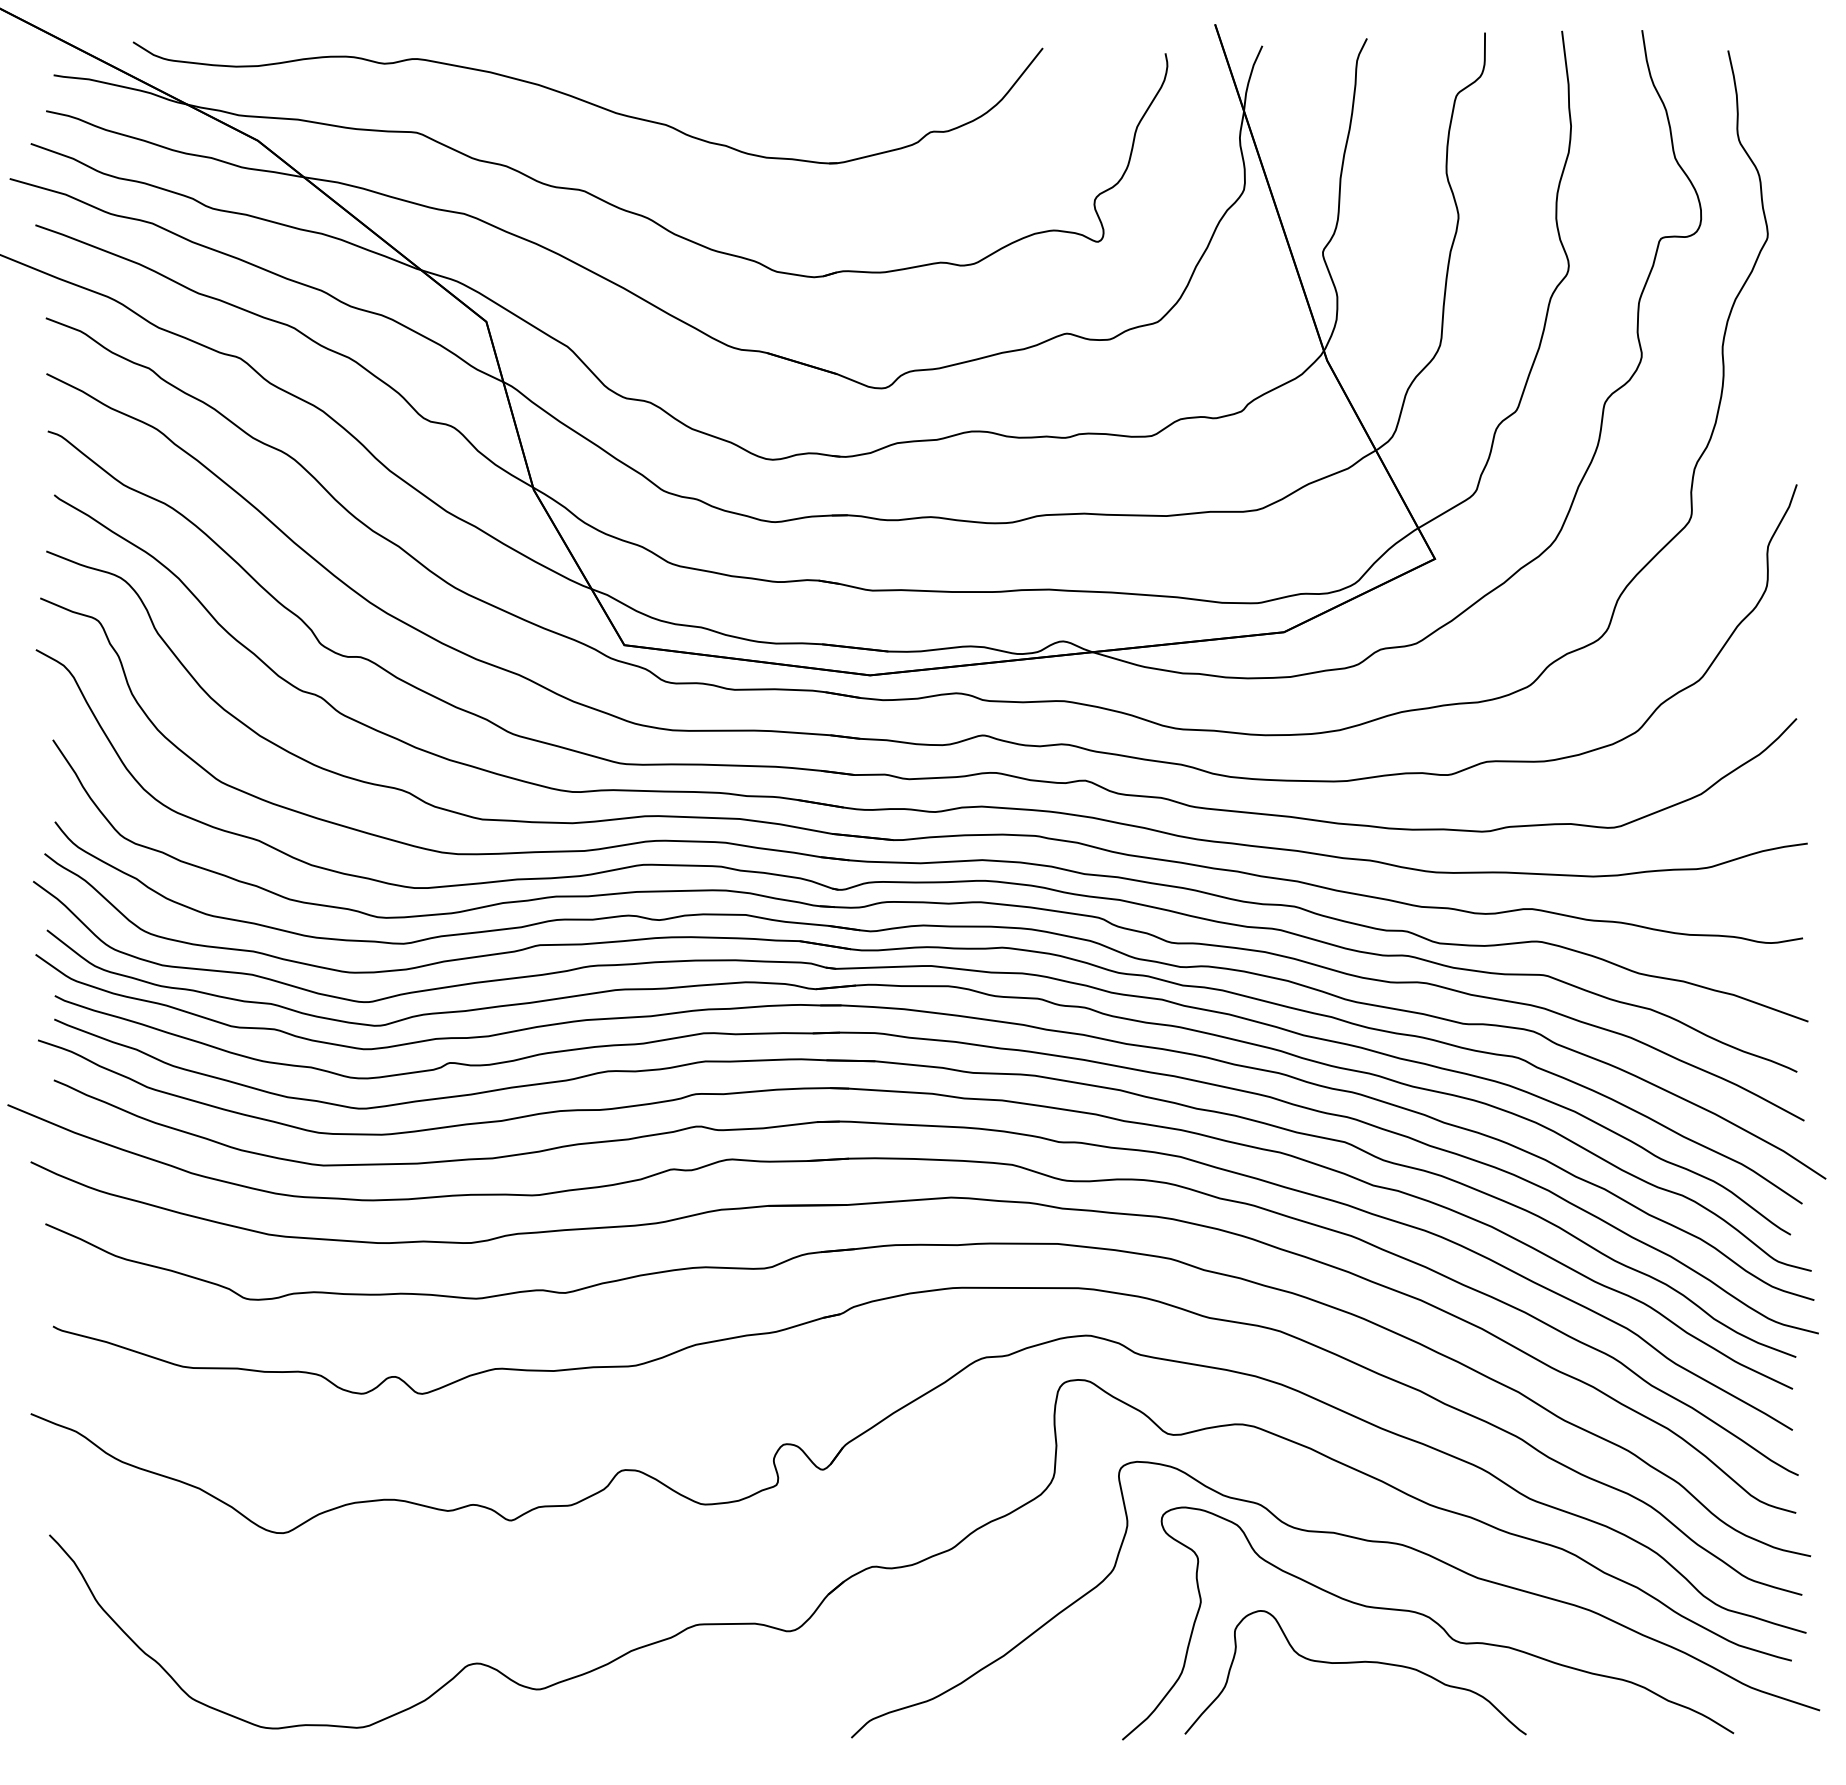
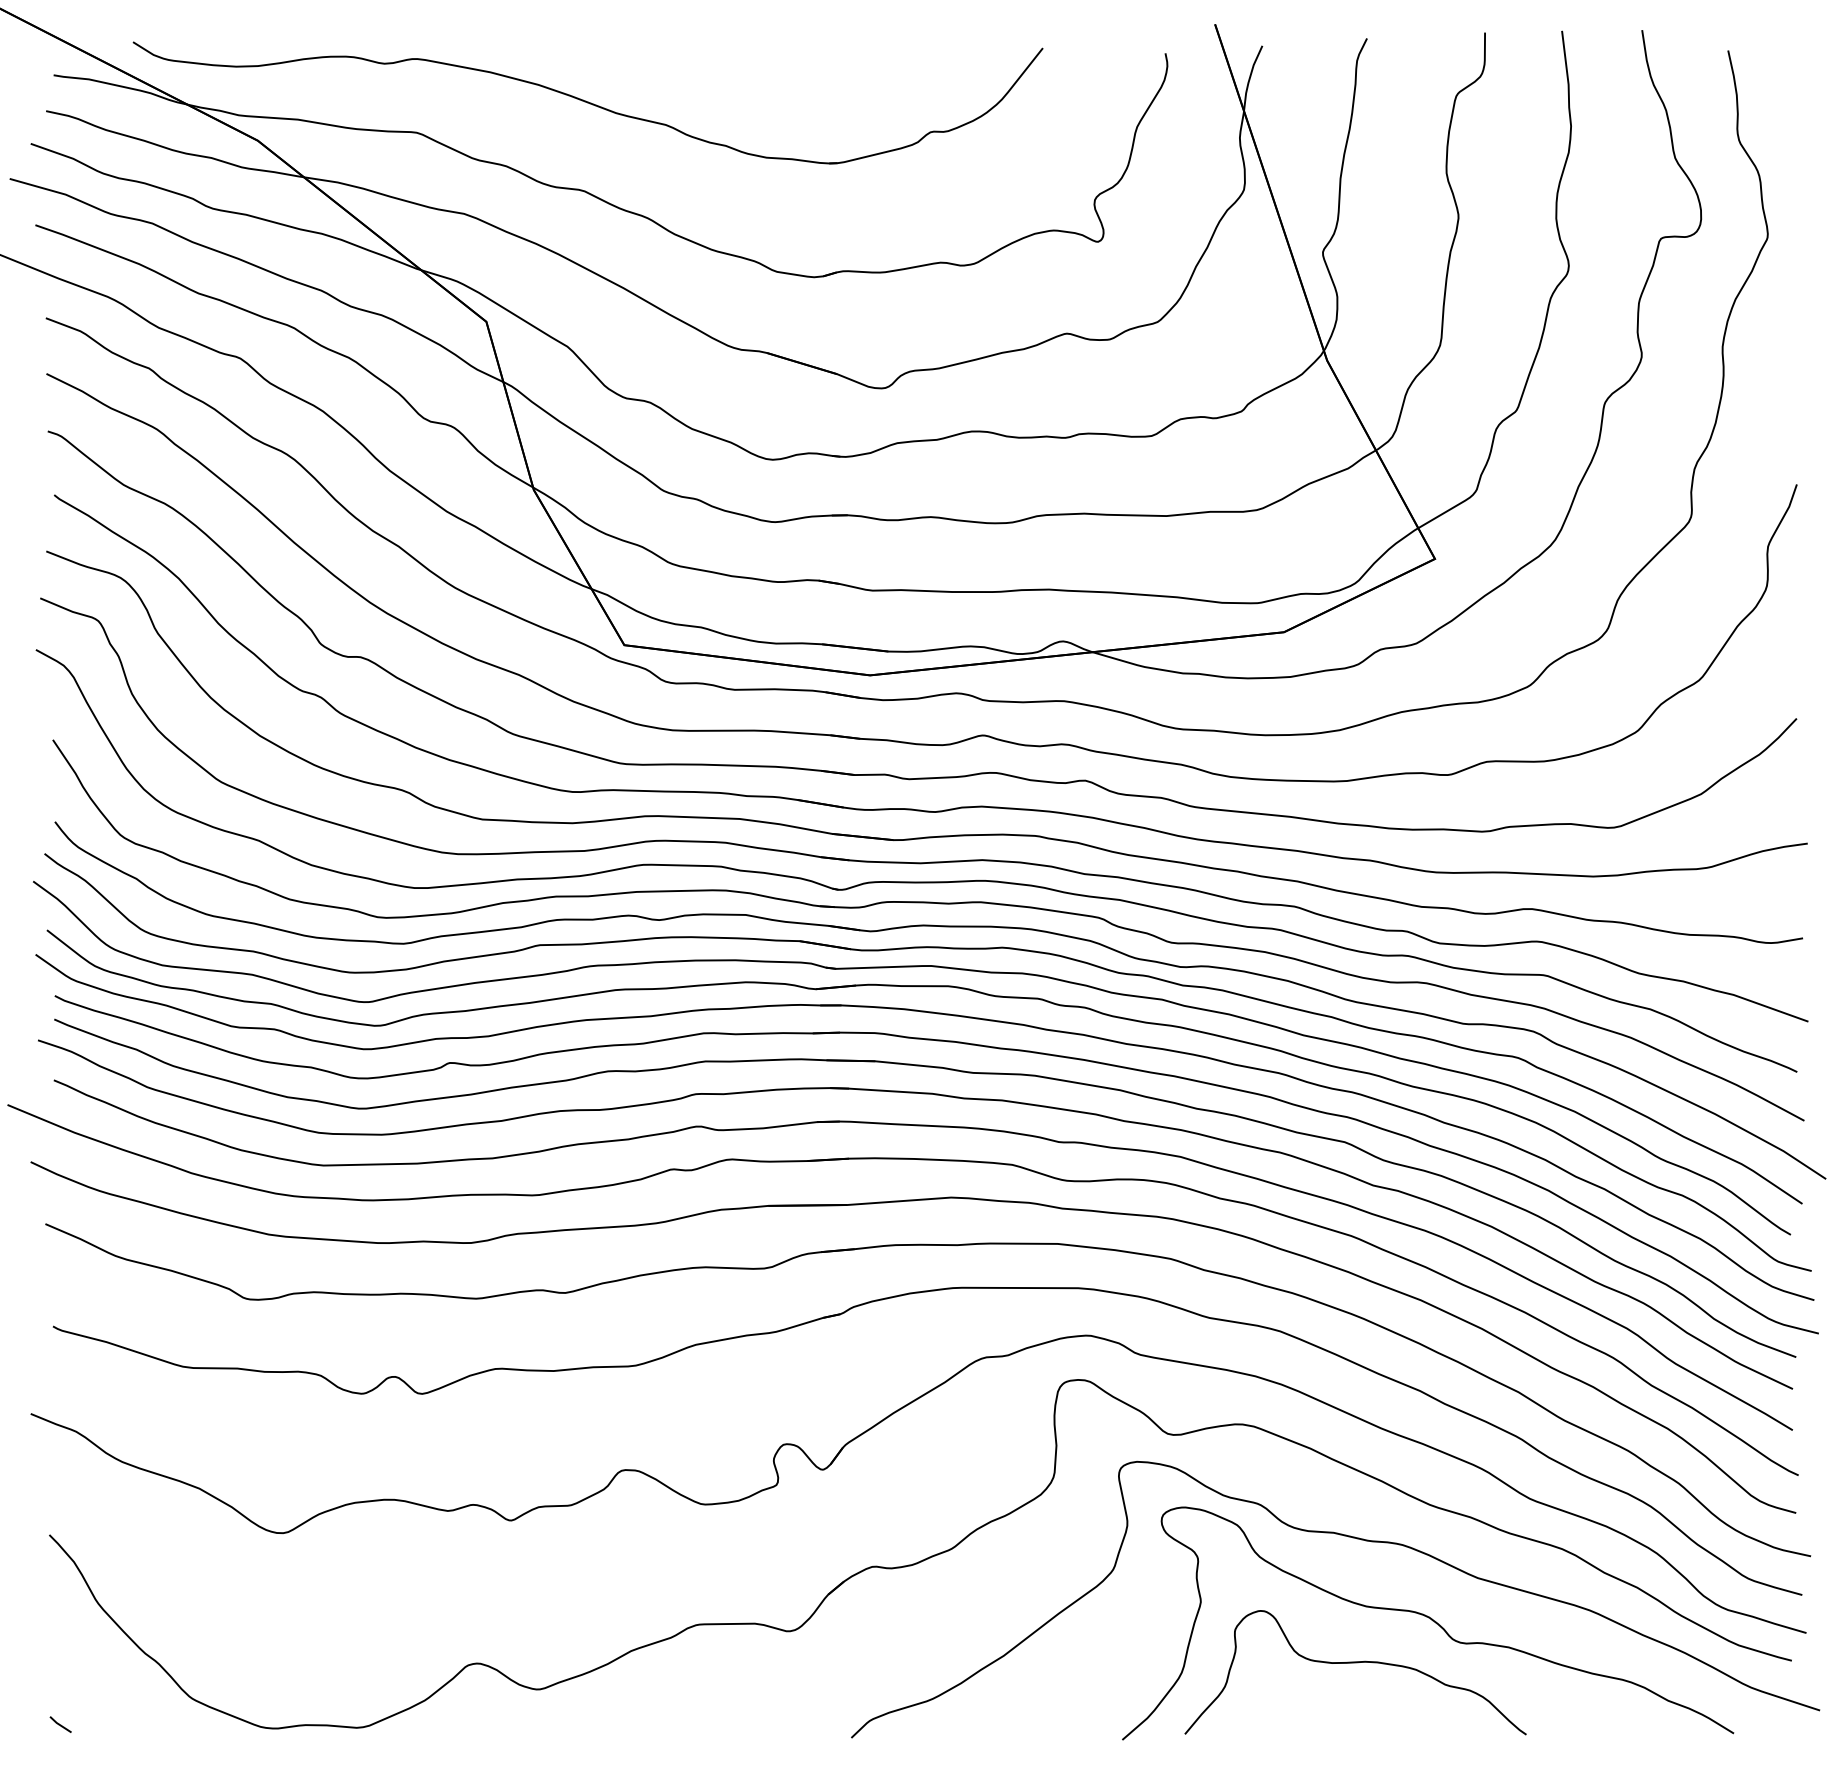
line at (60, 1724): none -> present
